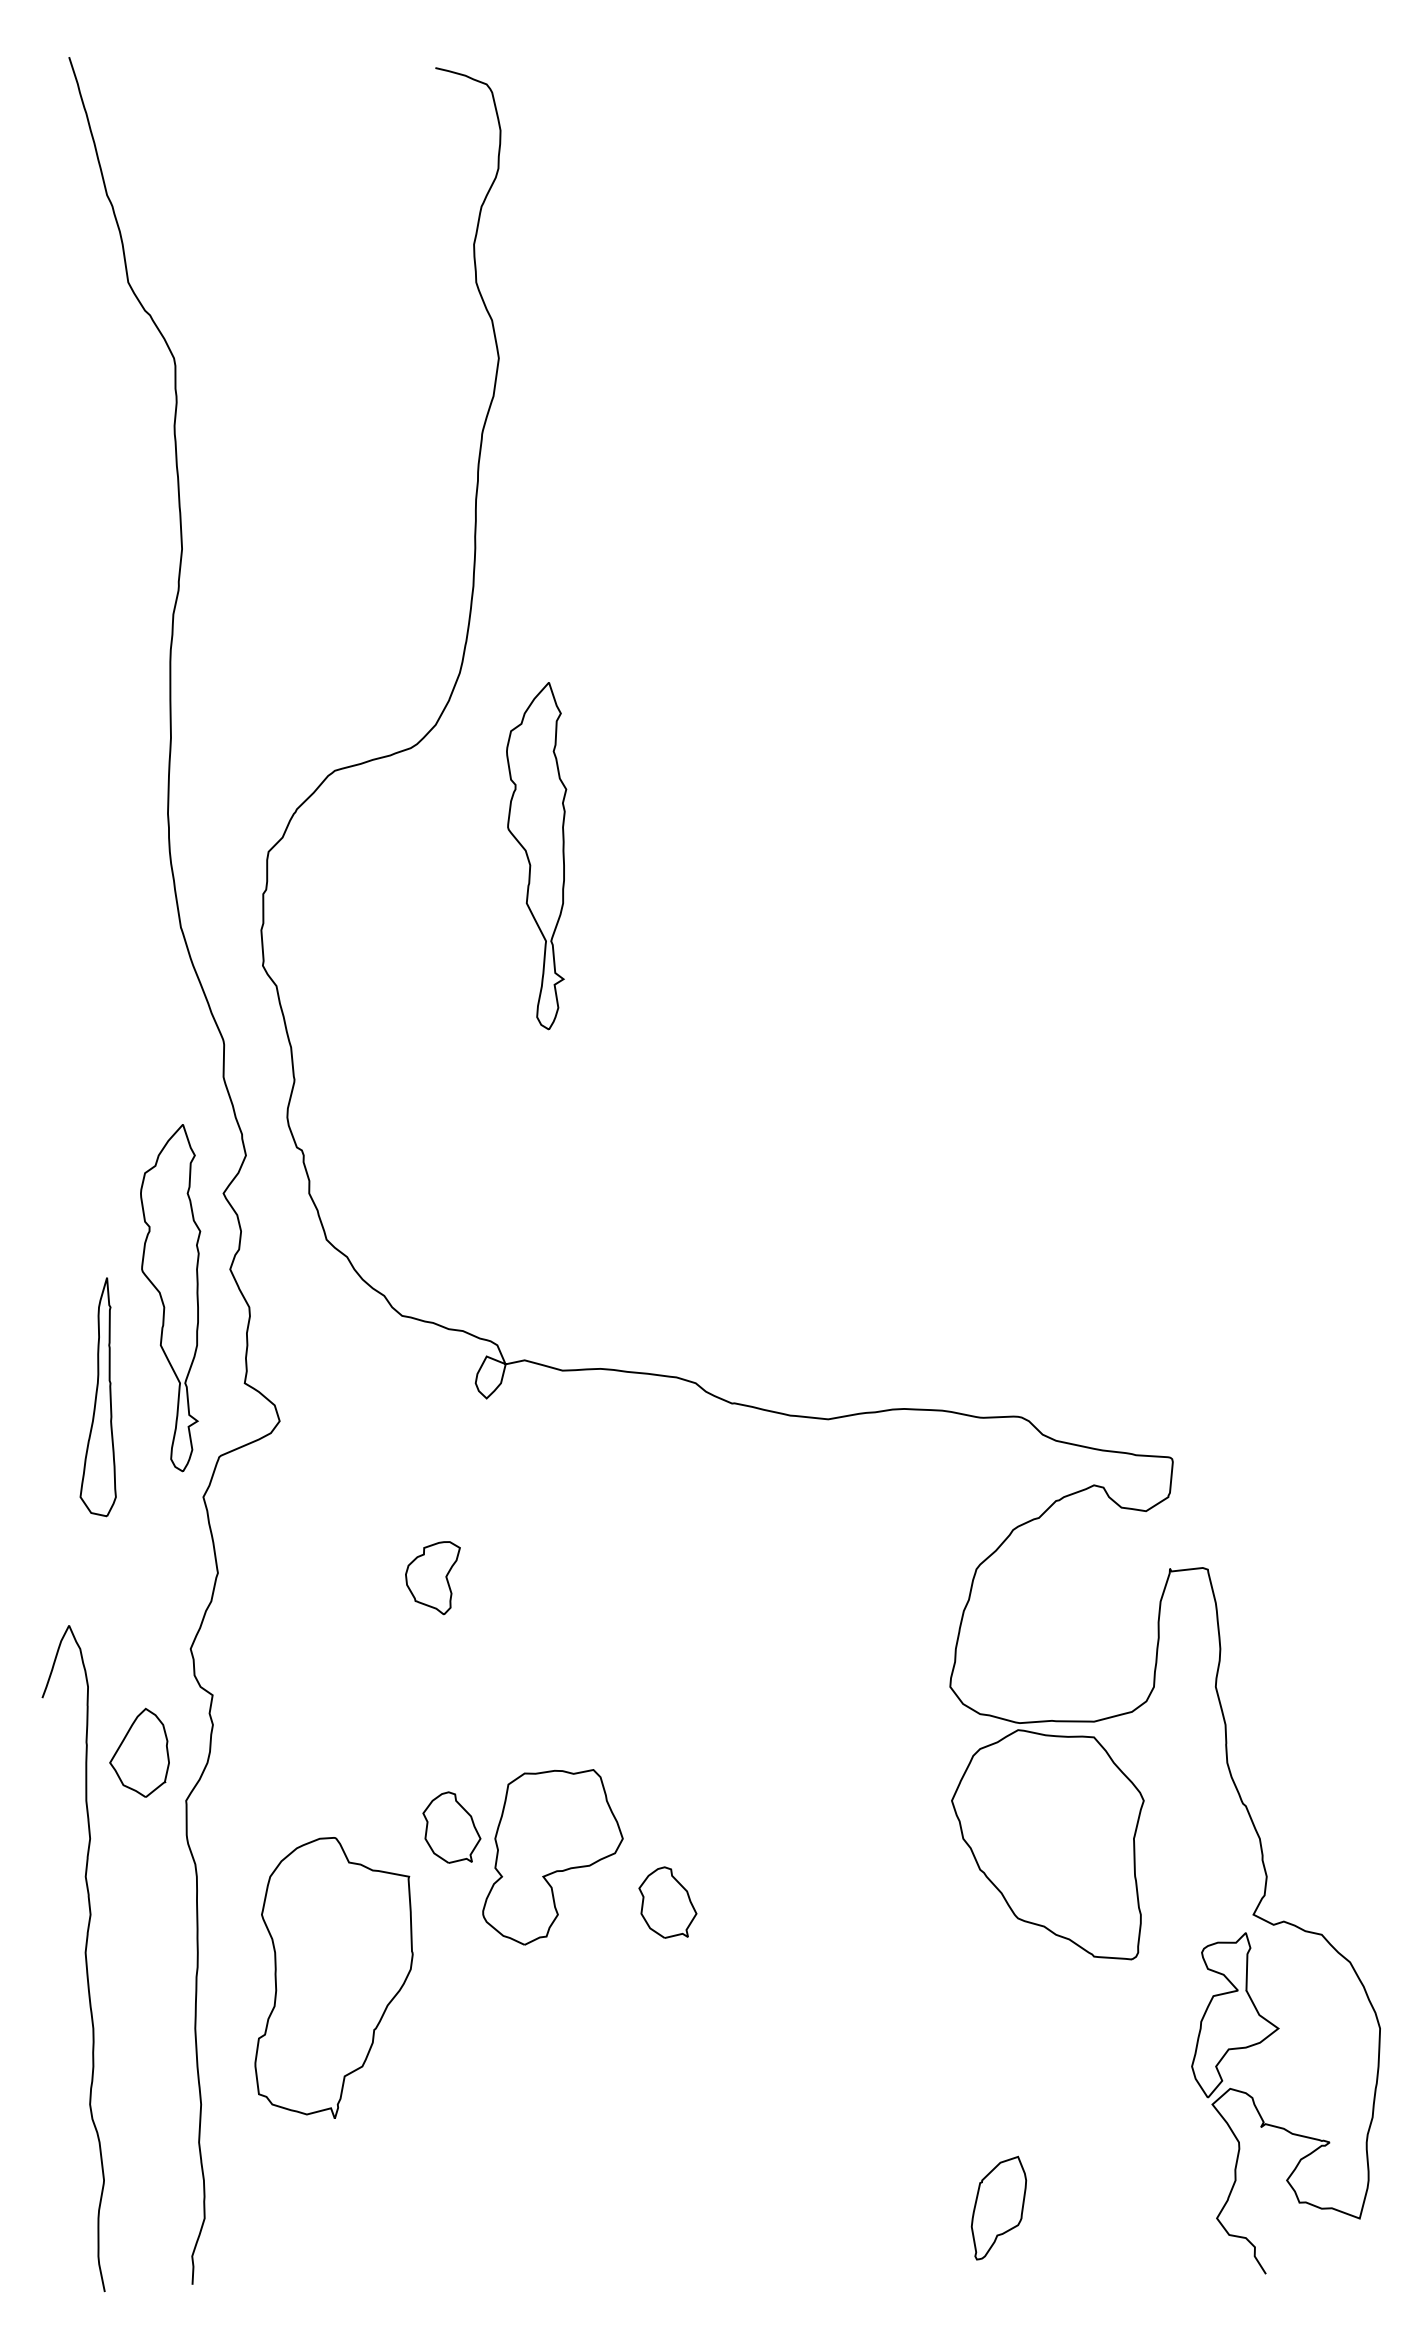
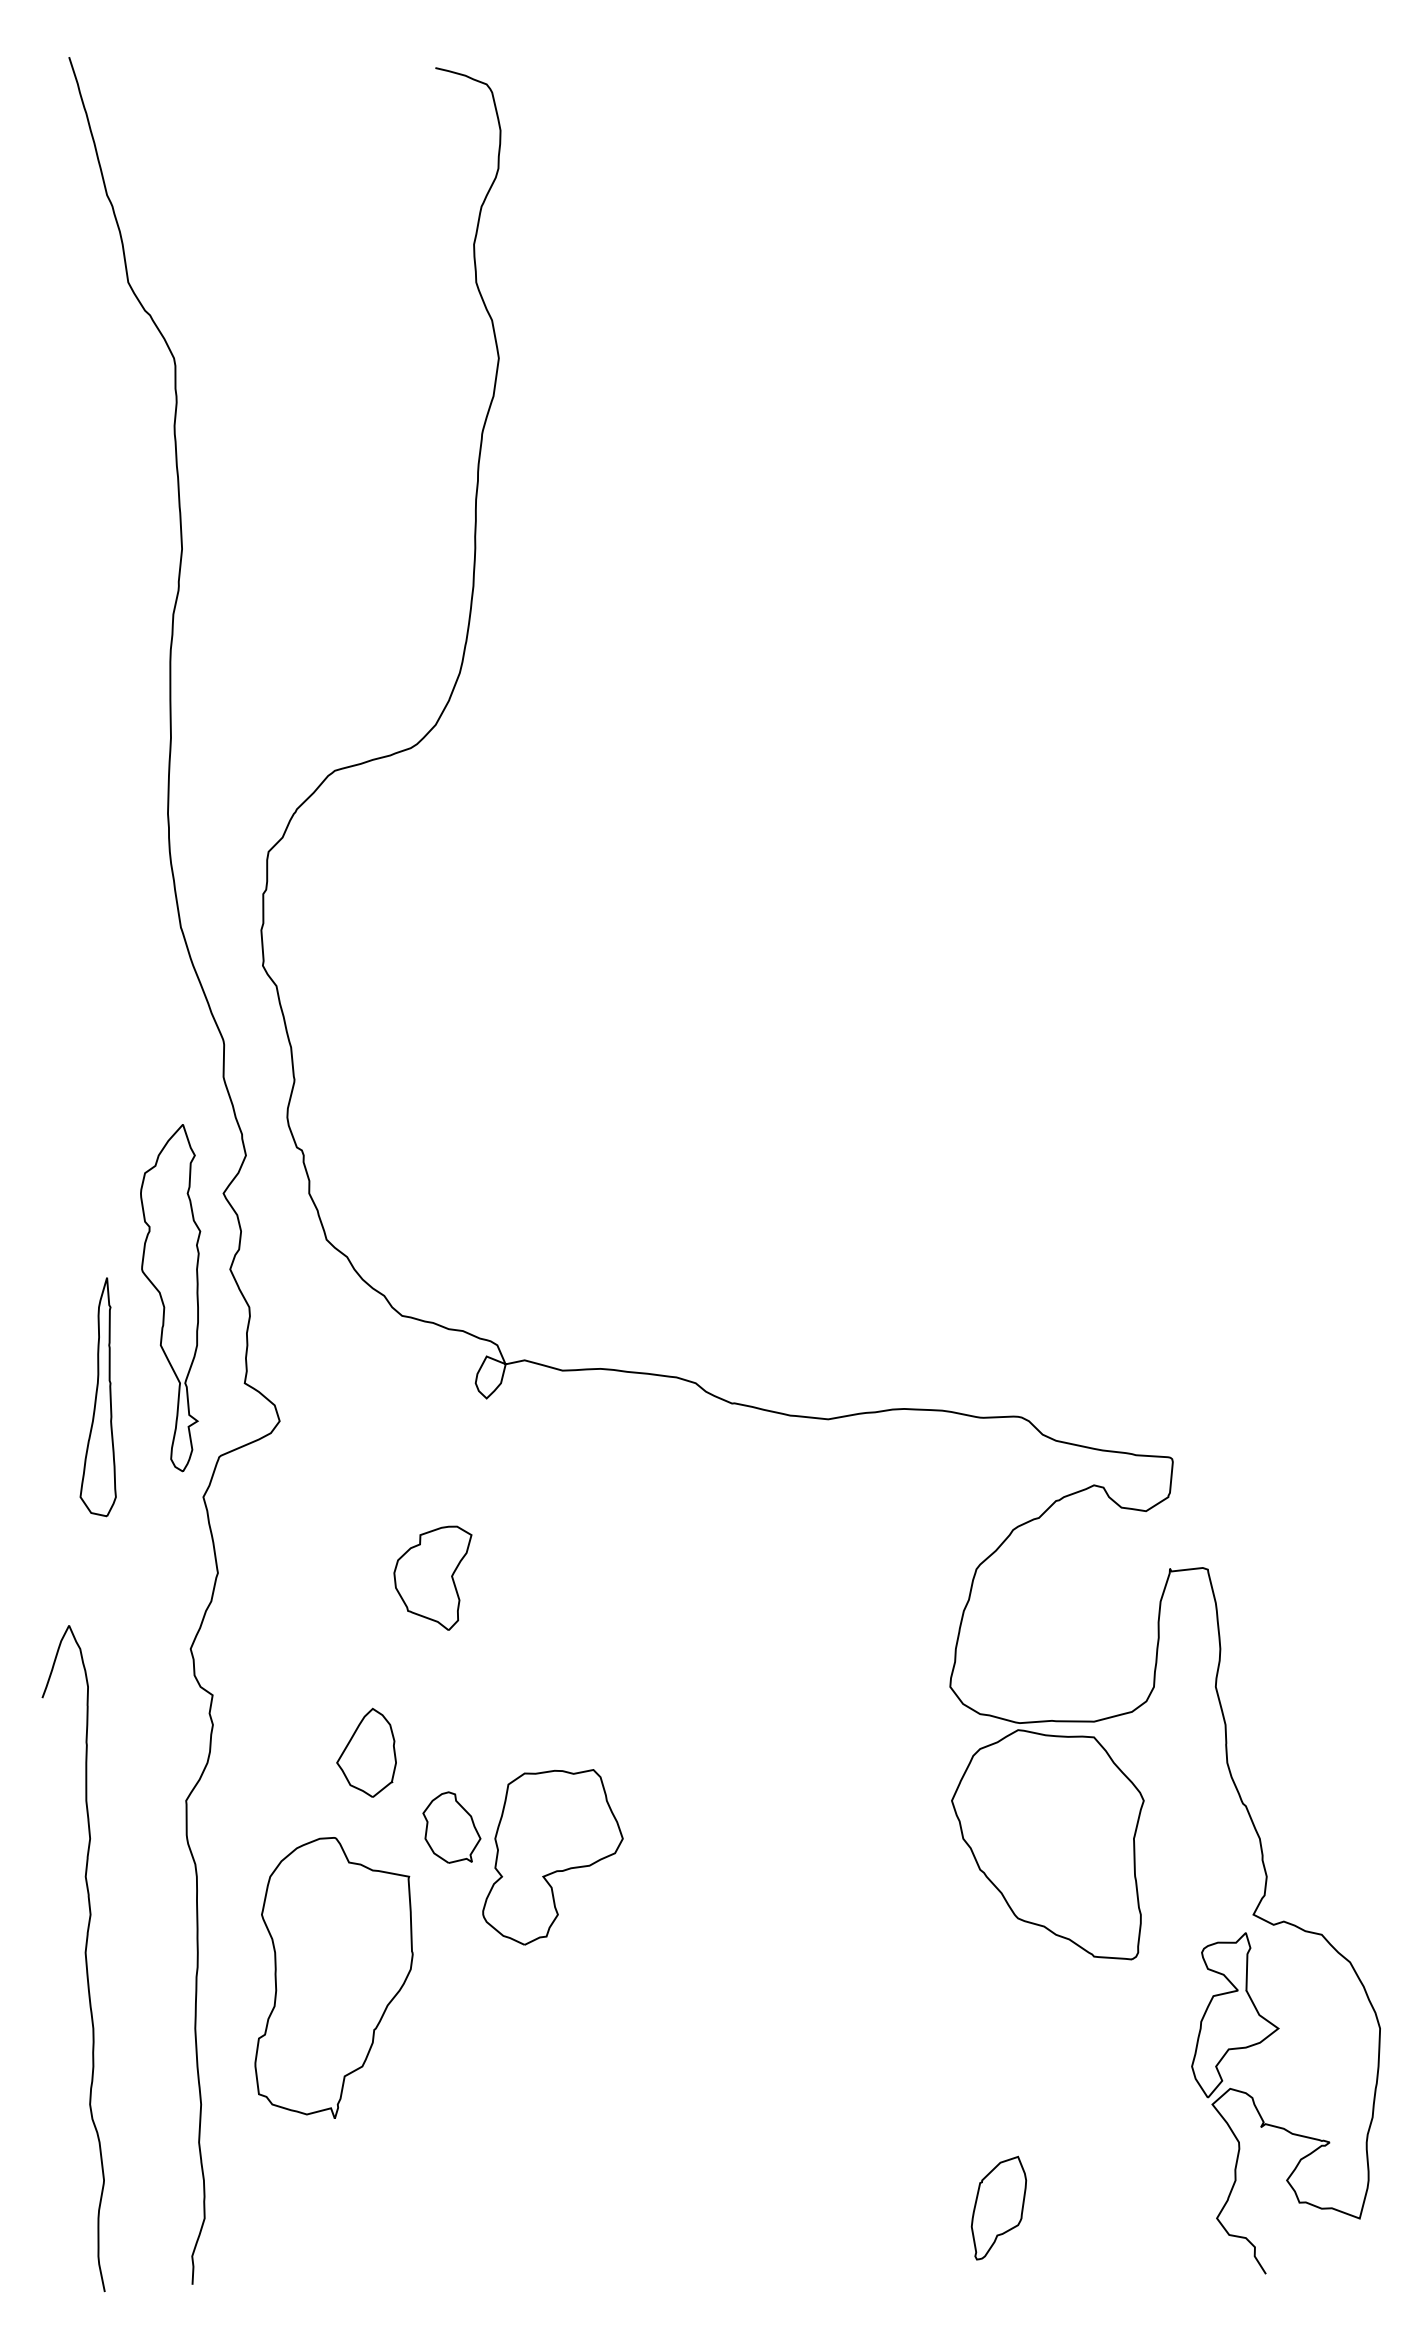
part at (536, 856): present -> none
part at (432, 1578) size: 56x75 px -> 80x106 px
part at (139, 1752) position: (139, 1752) -> (366, 1752)
part at (667, 1902): present -> none
